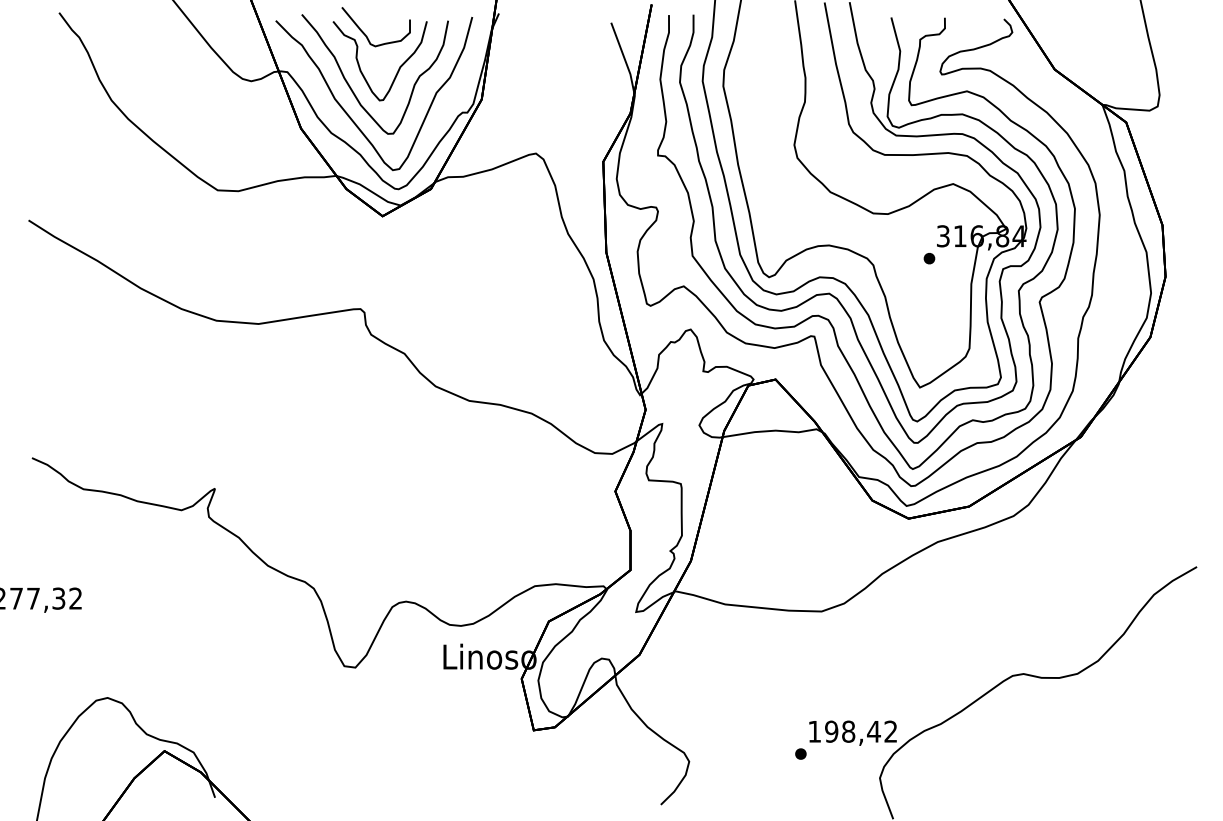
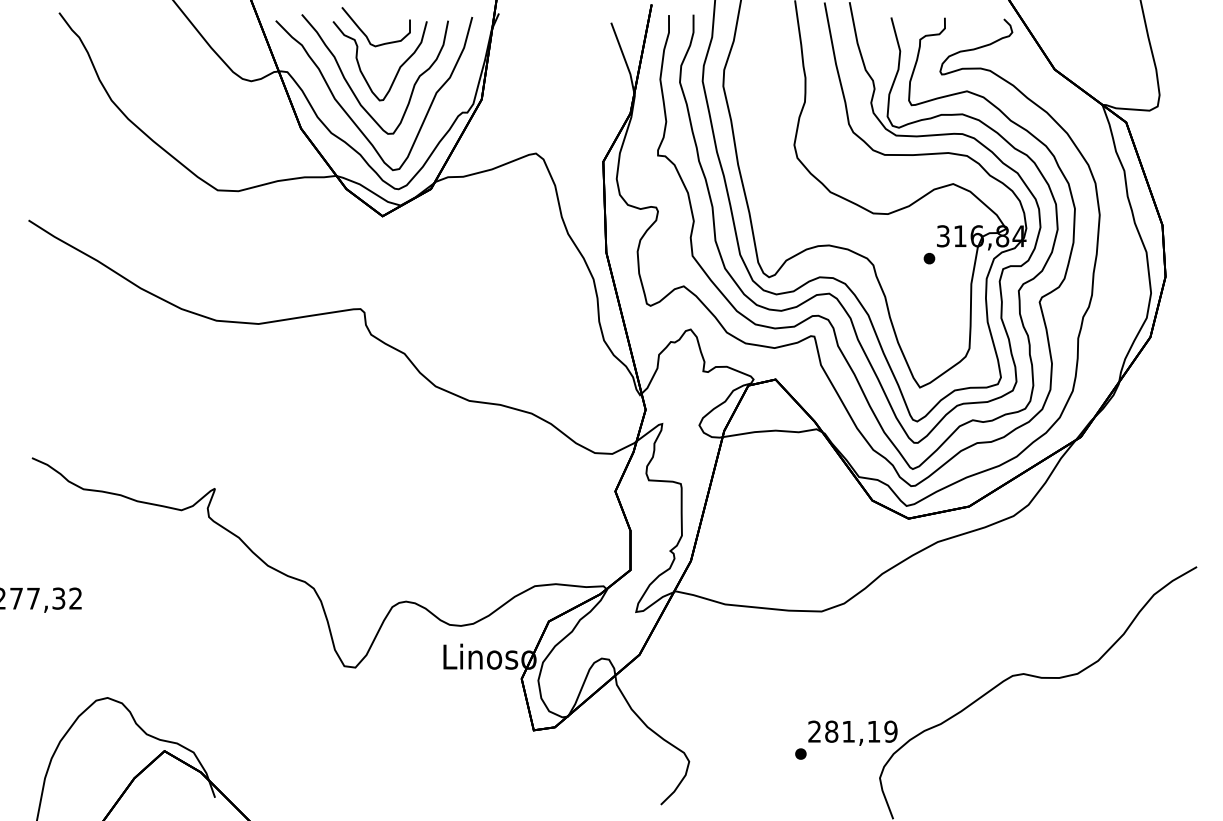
text at (852, 731): 198,42 -> 281,19
